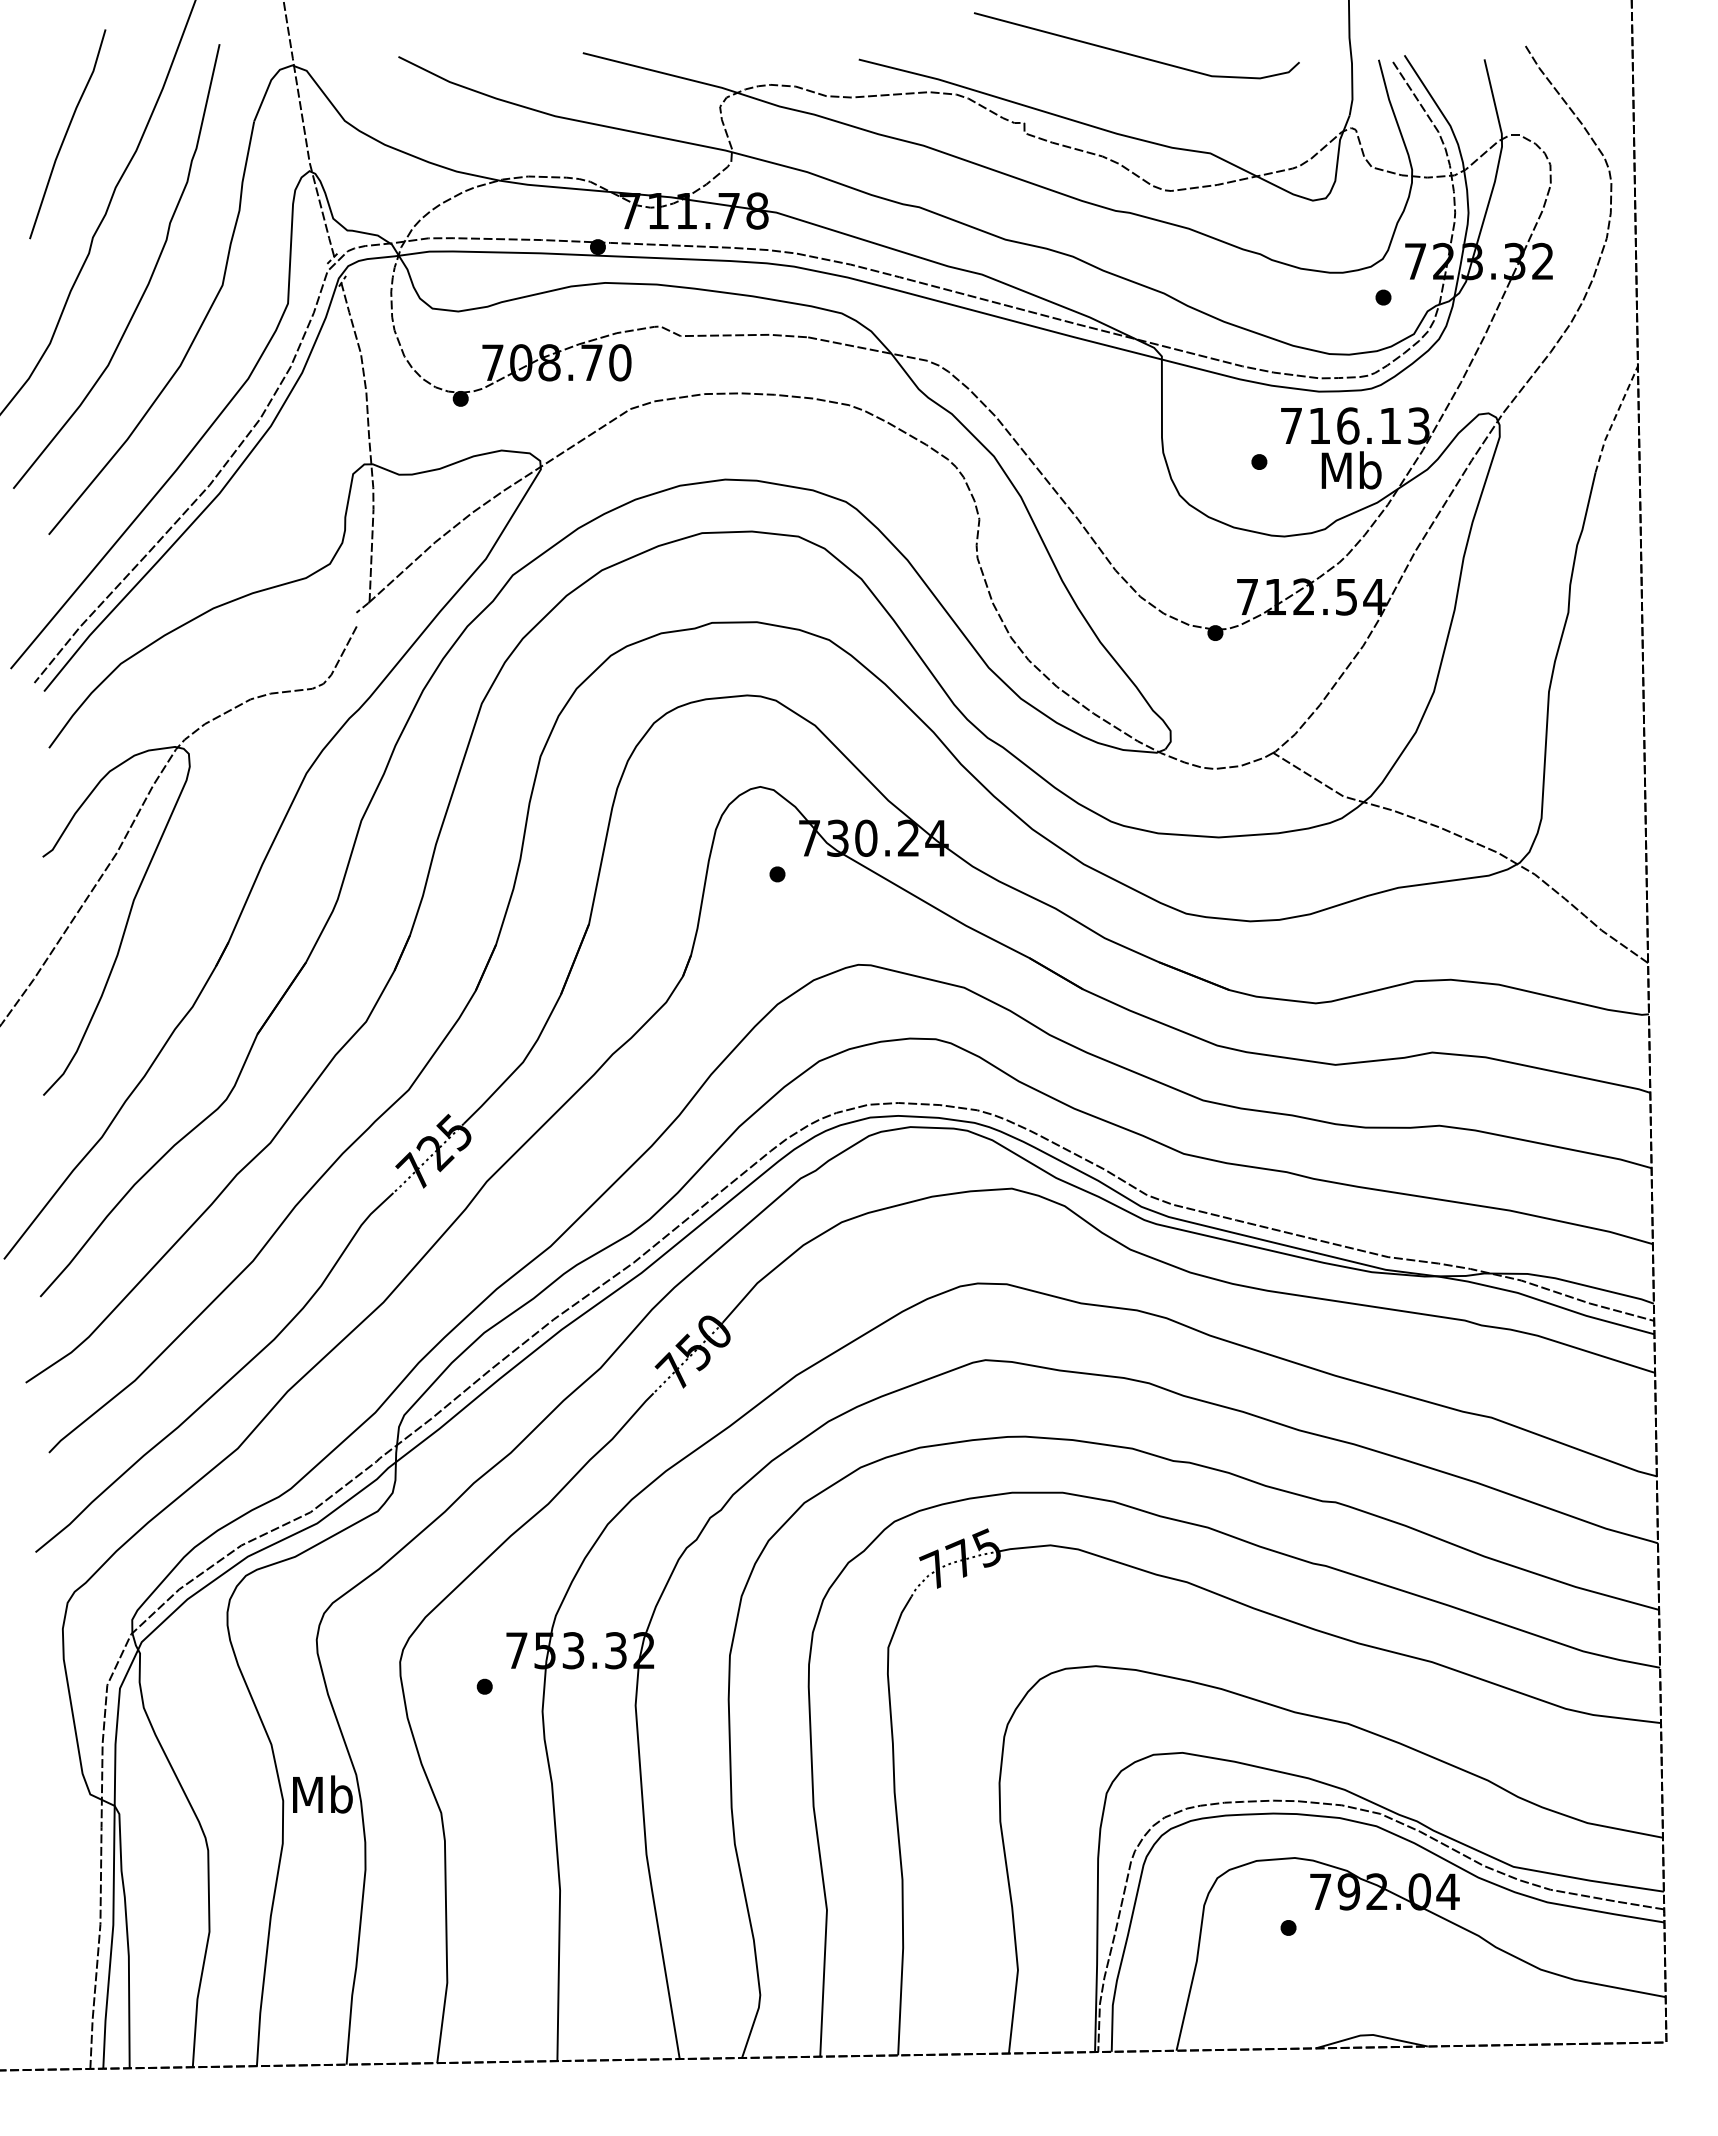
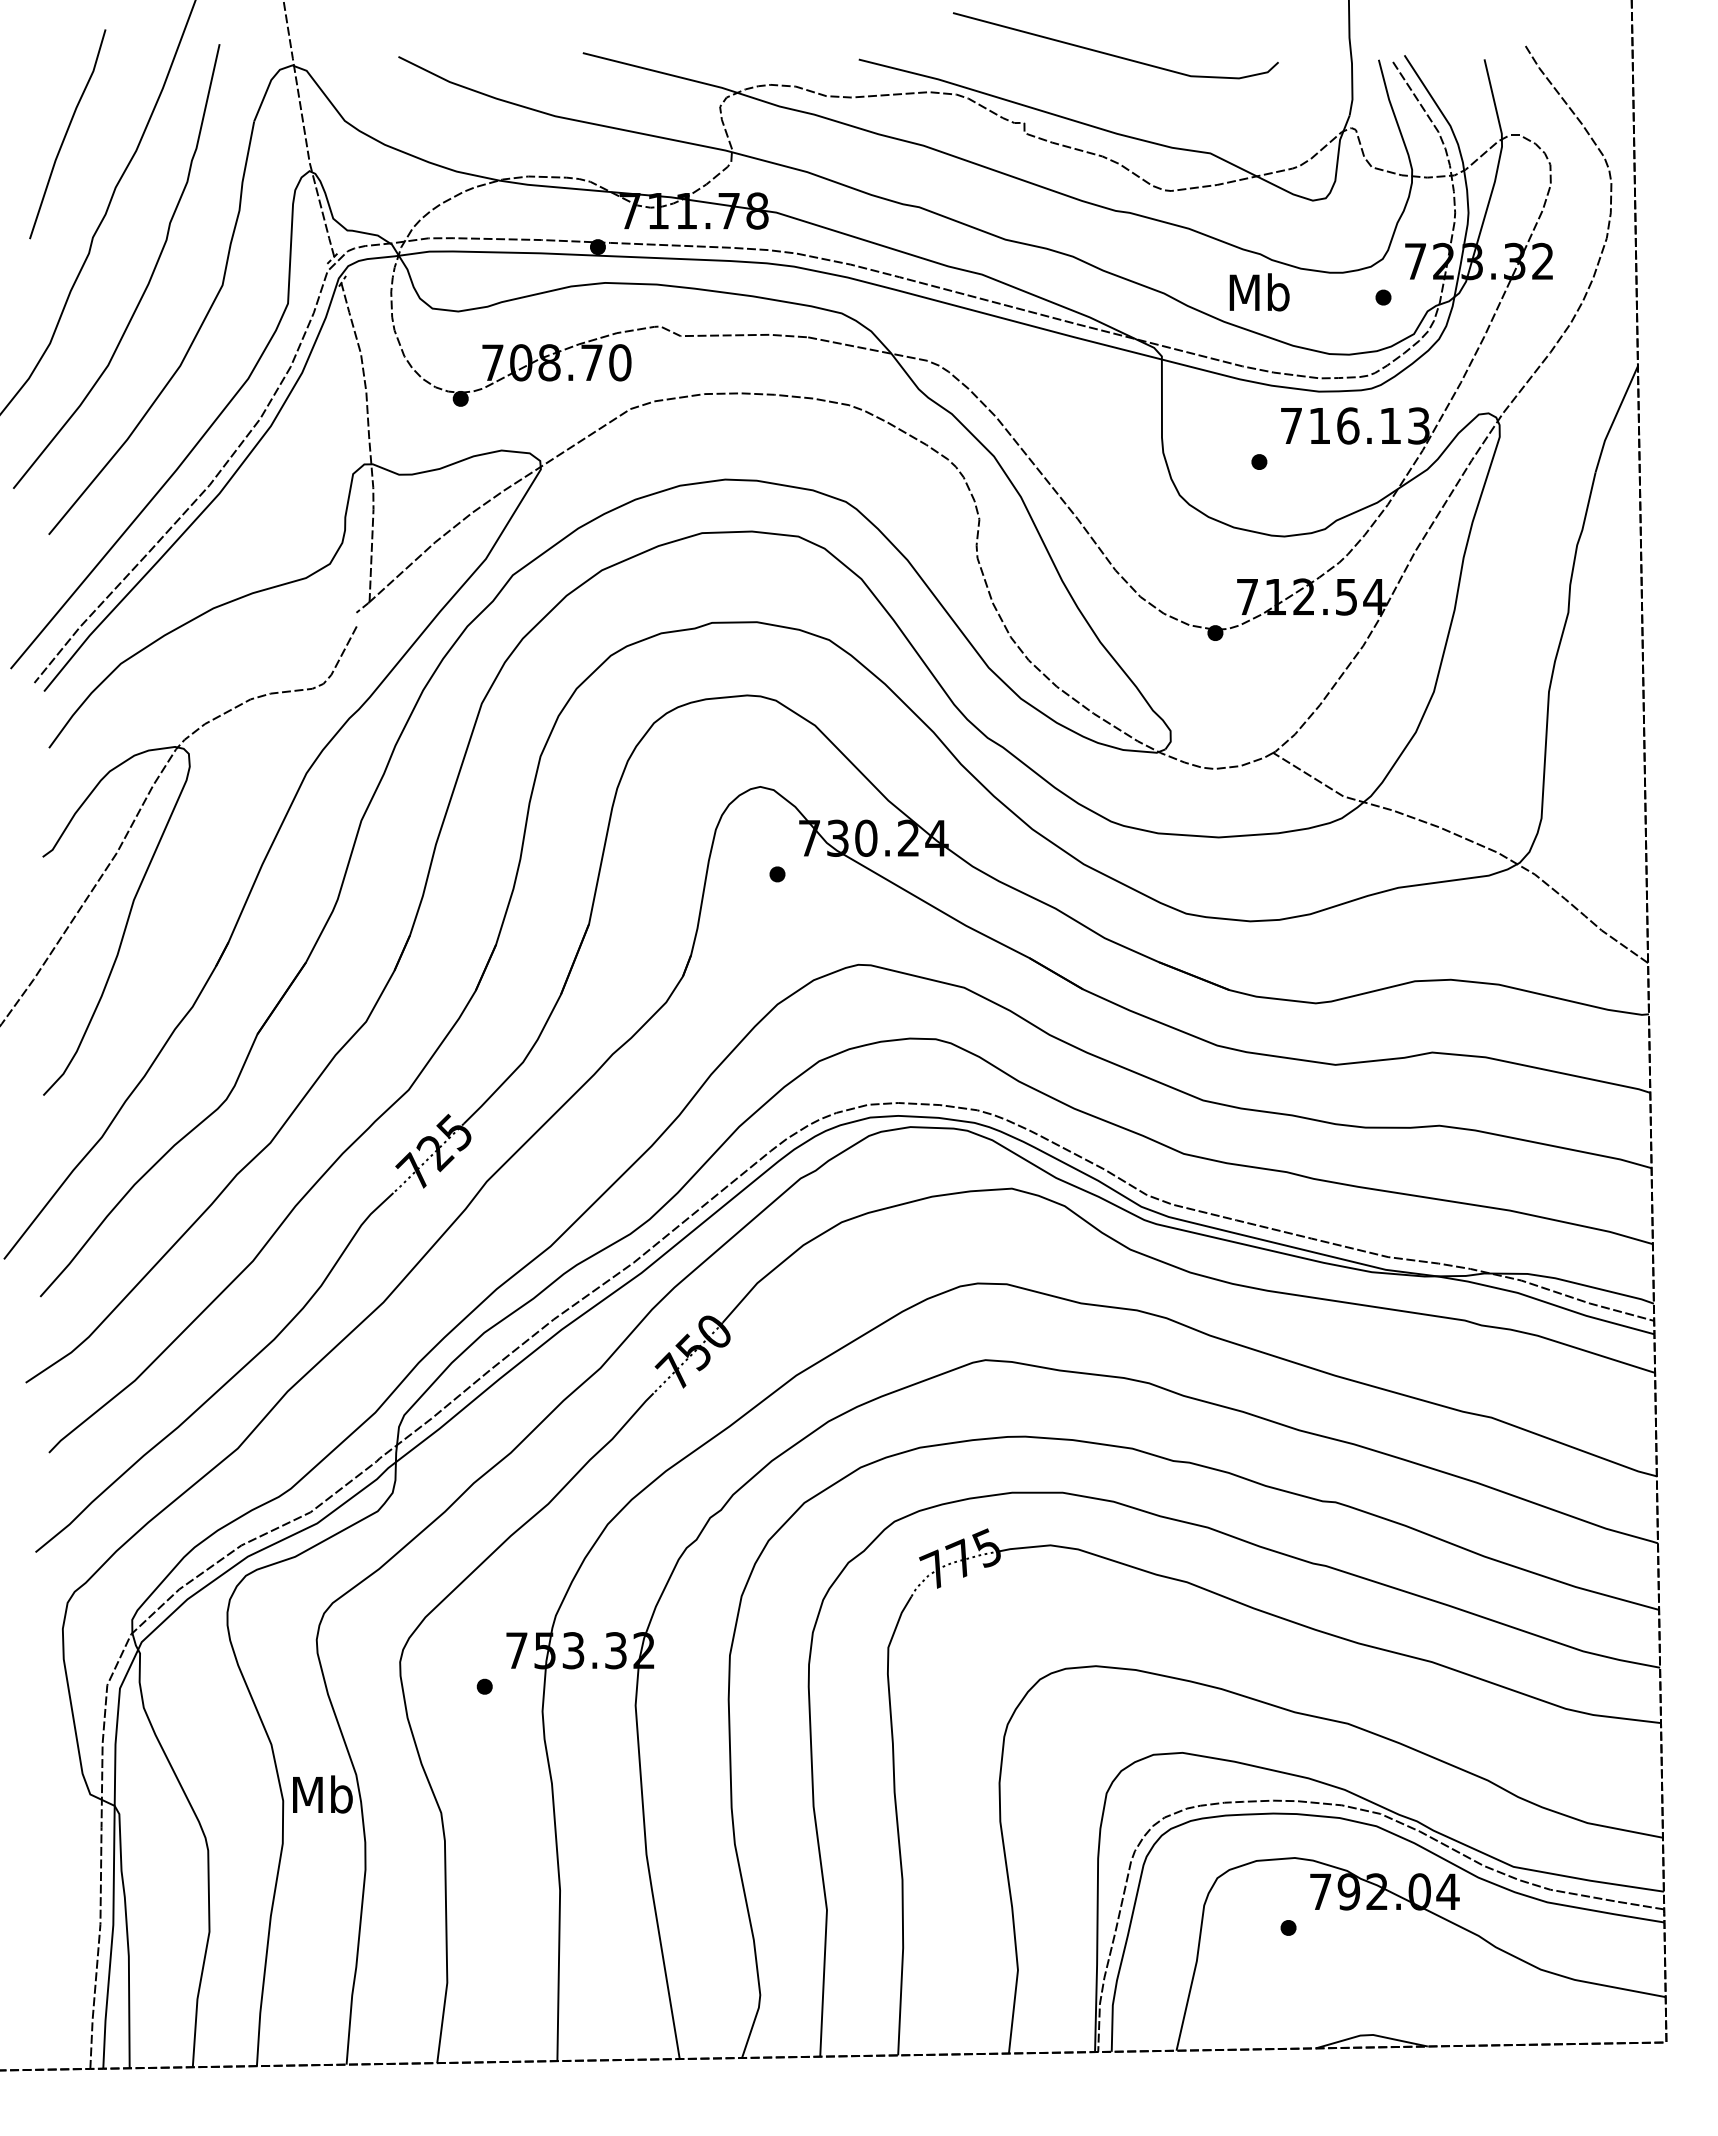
line at (1134, 54) position: (1134, 54) -> (1113, 54)
line at (1614, 418): dashed -> solid
text at (1351, 470) position: (1351, 470) -> (1259, 292)
